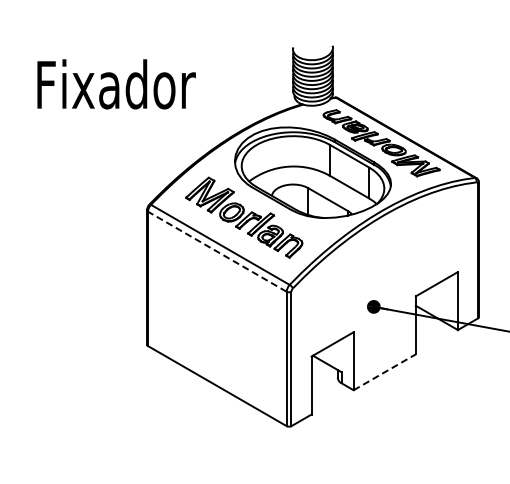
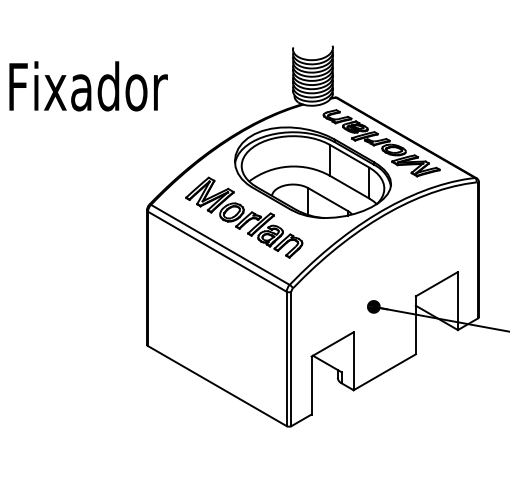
text at (116, 84) position: (116, 84) -> (88, 86)
line at (216, 251): dashed -> solid
line at (384, 372): dashed -> solid
